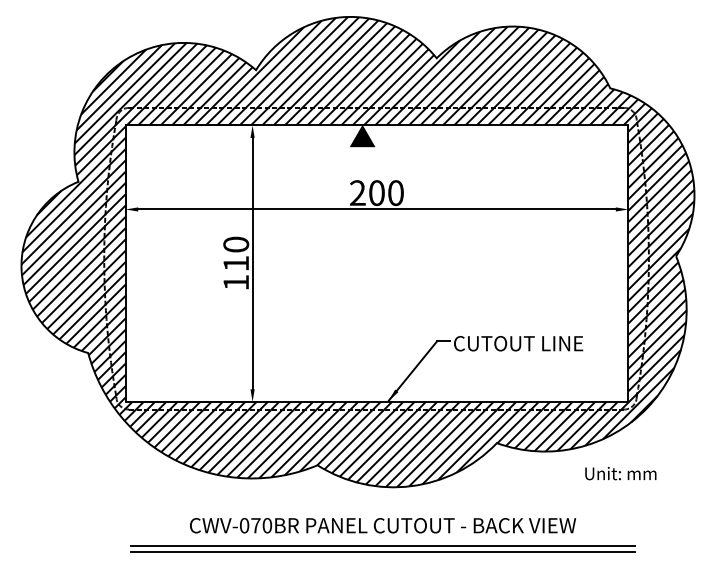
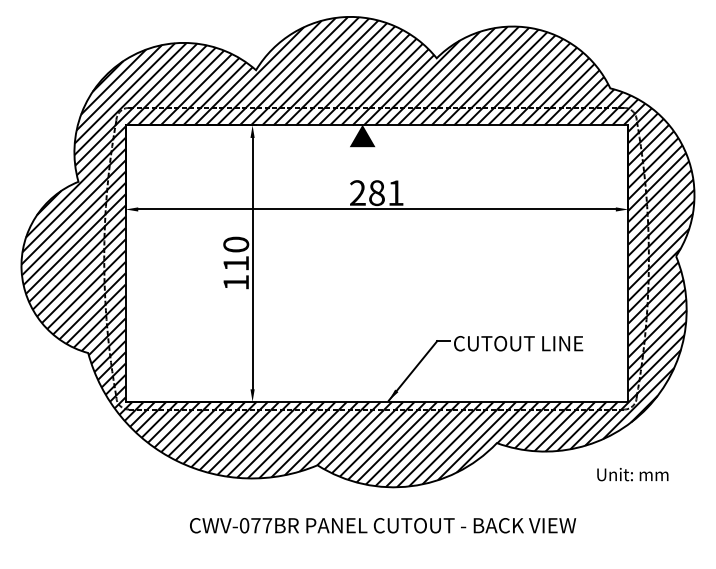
text at (386, 193): 200 -> 281
text at (620, 473) position: (620, 473) -> (632, 474)
text at (267, 525): CWV-070BR -> CWV-077BR
line at (383, 545): present -> none
line at (383, 552): present -> none
